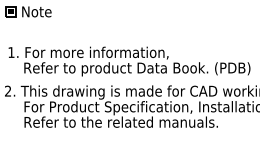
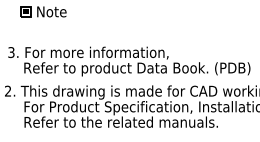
part at (28, 11) position: (28, 11) -> (43, 11)
text at (11, 52): 1. -> 3.
